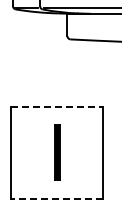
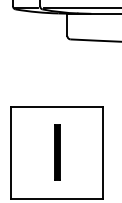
line at (56, 107): dashed -> solid
line at (56, 198): dashed -> solid
